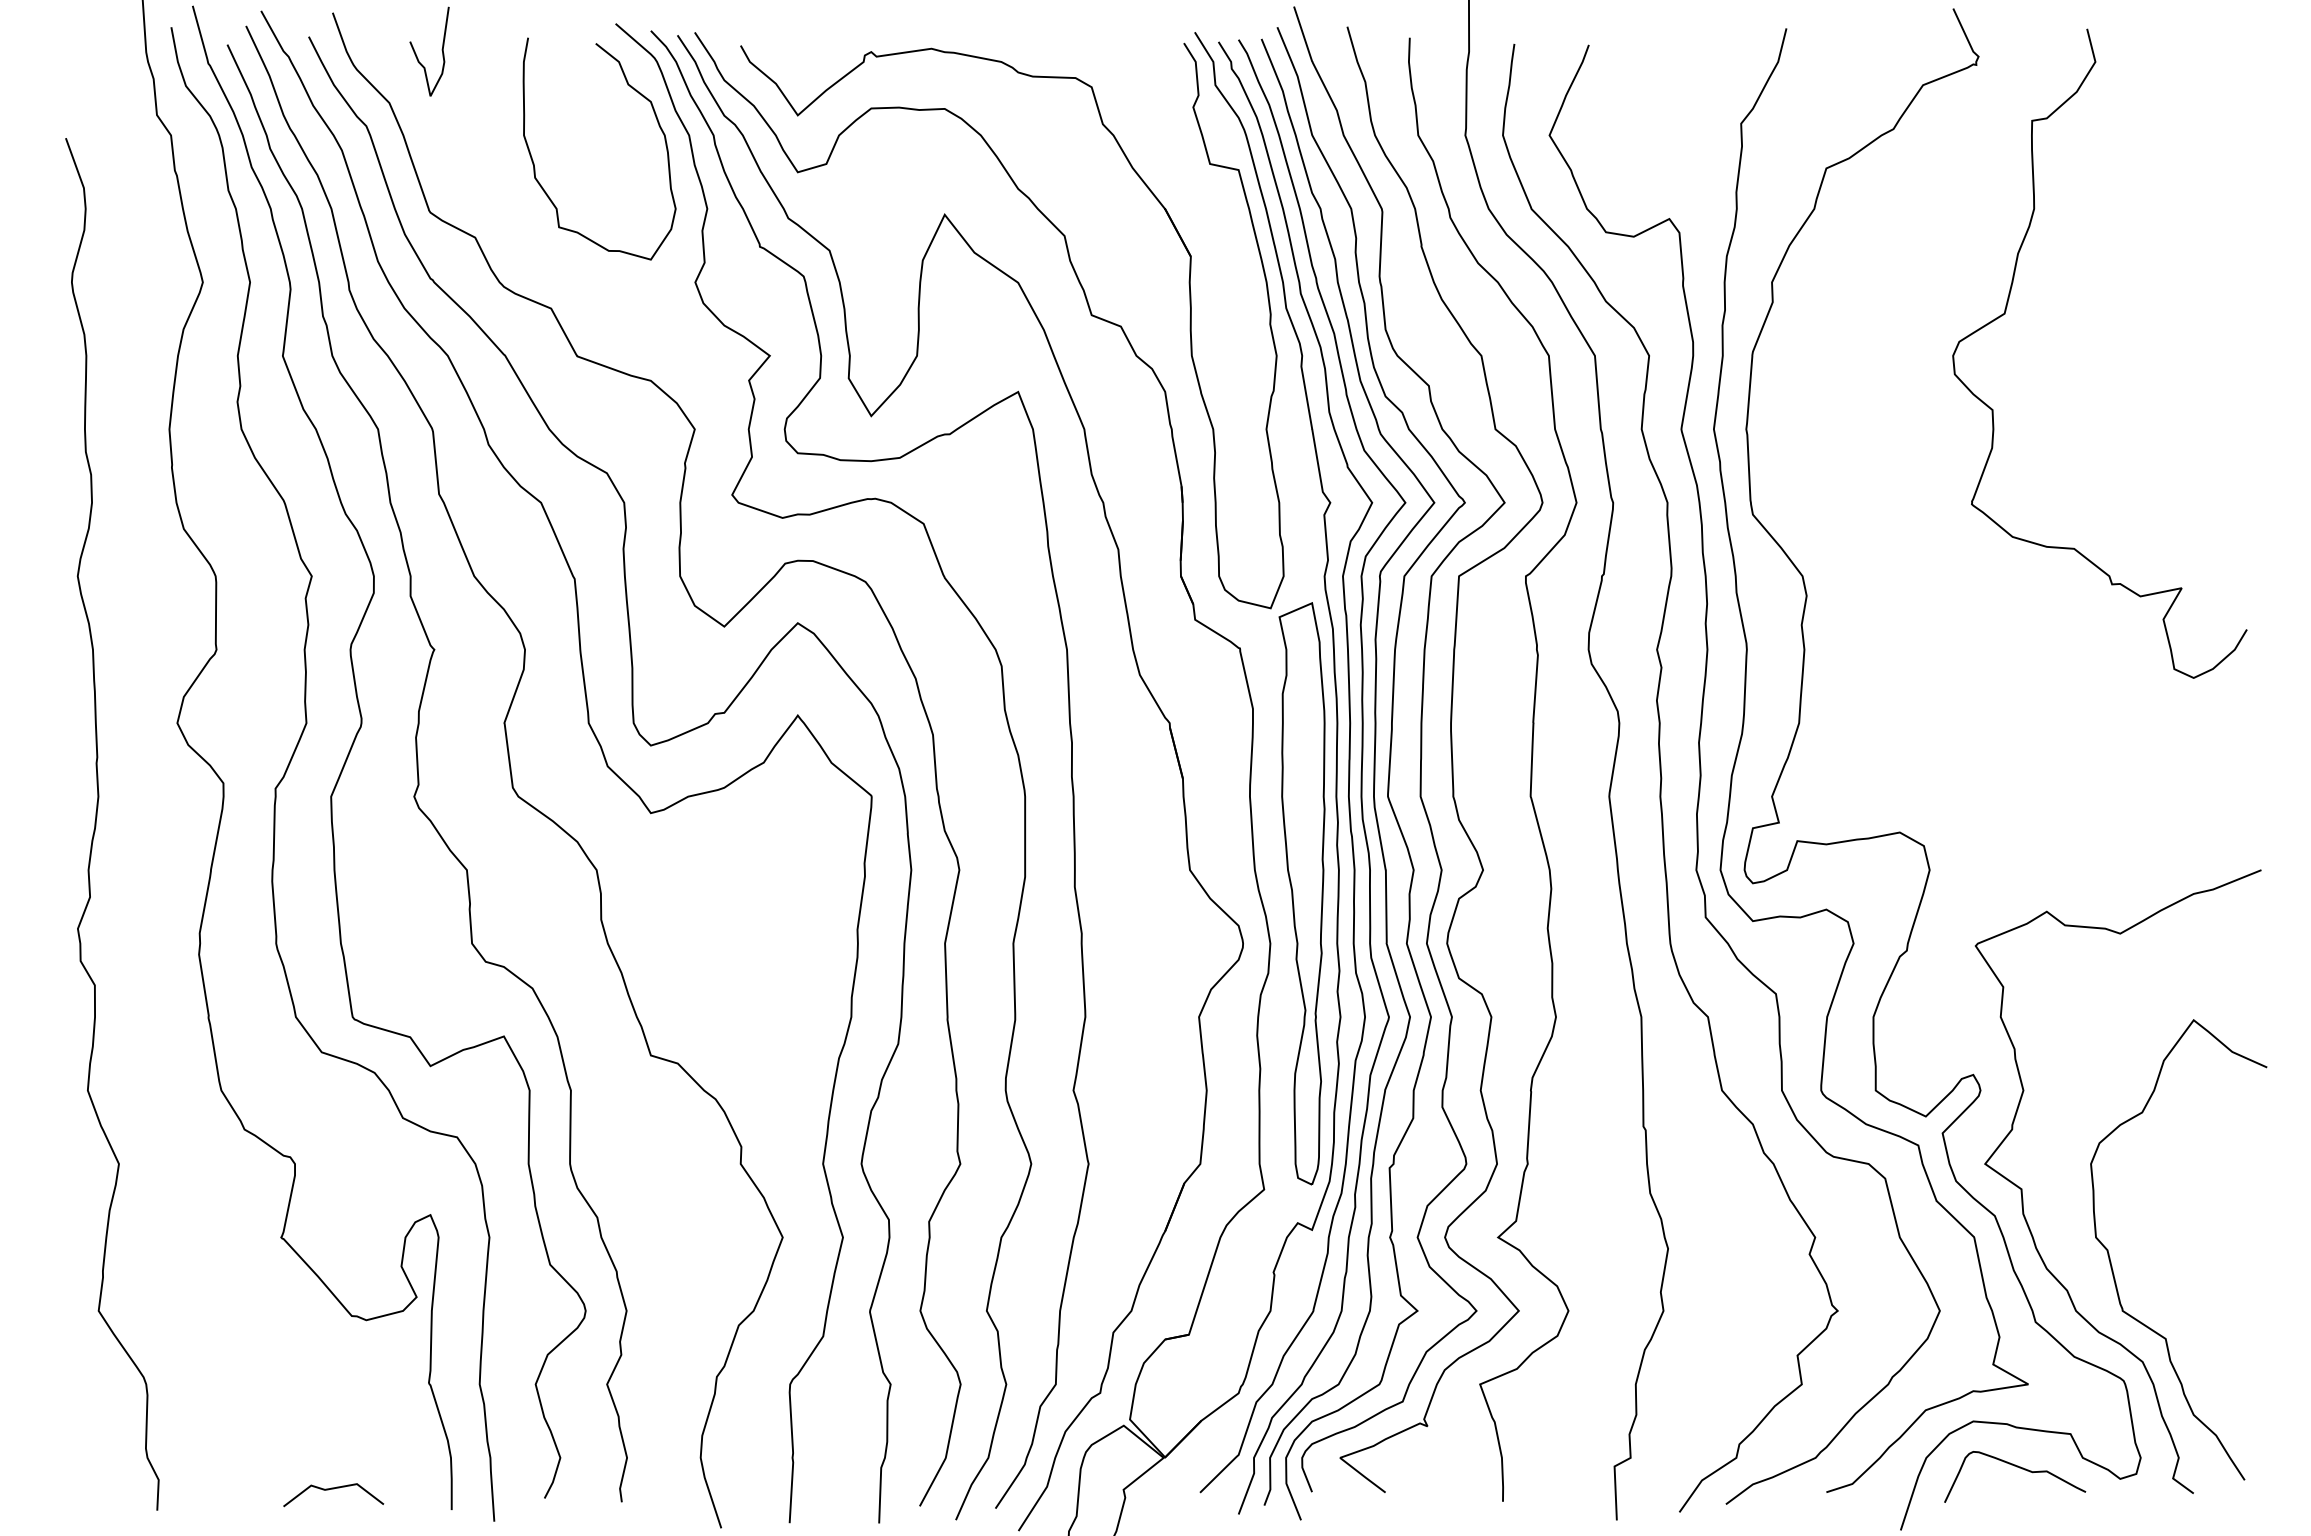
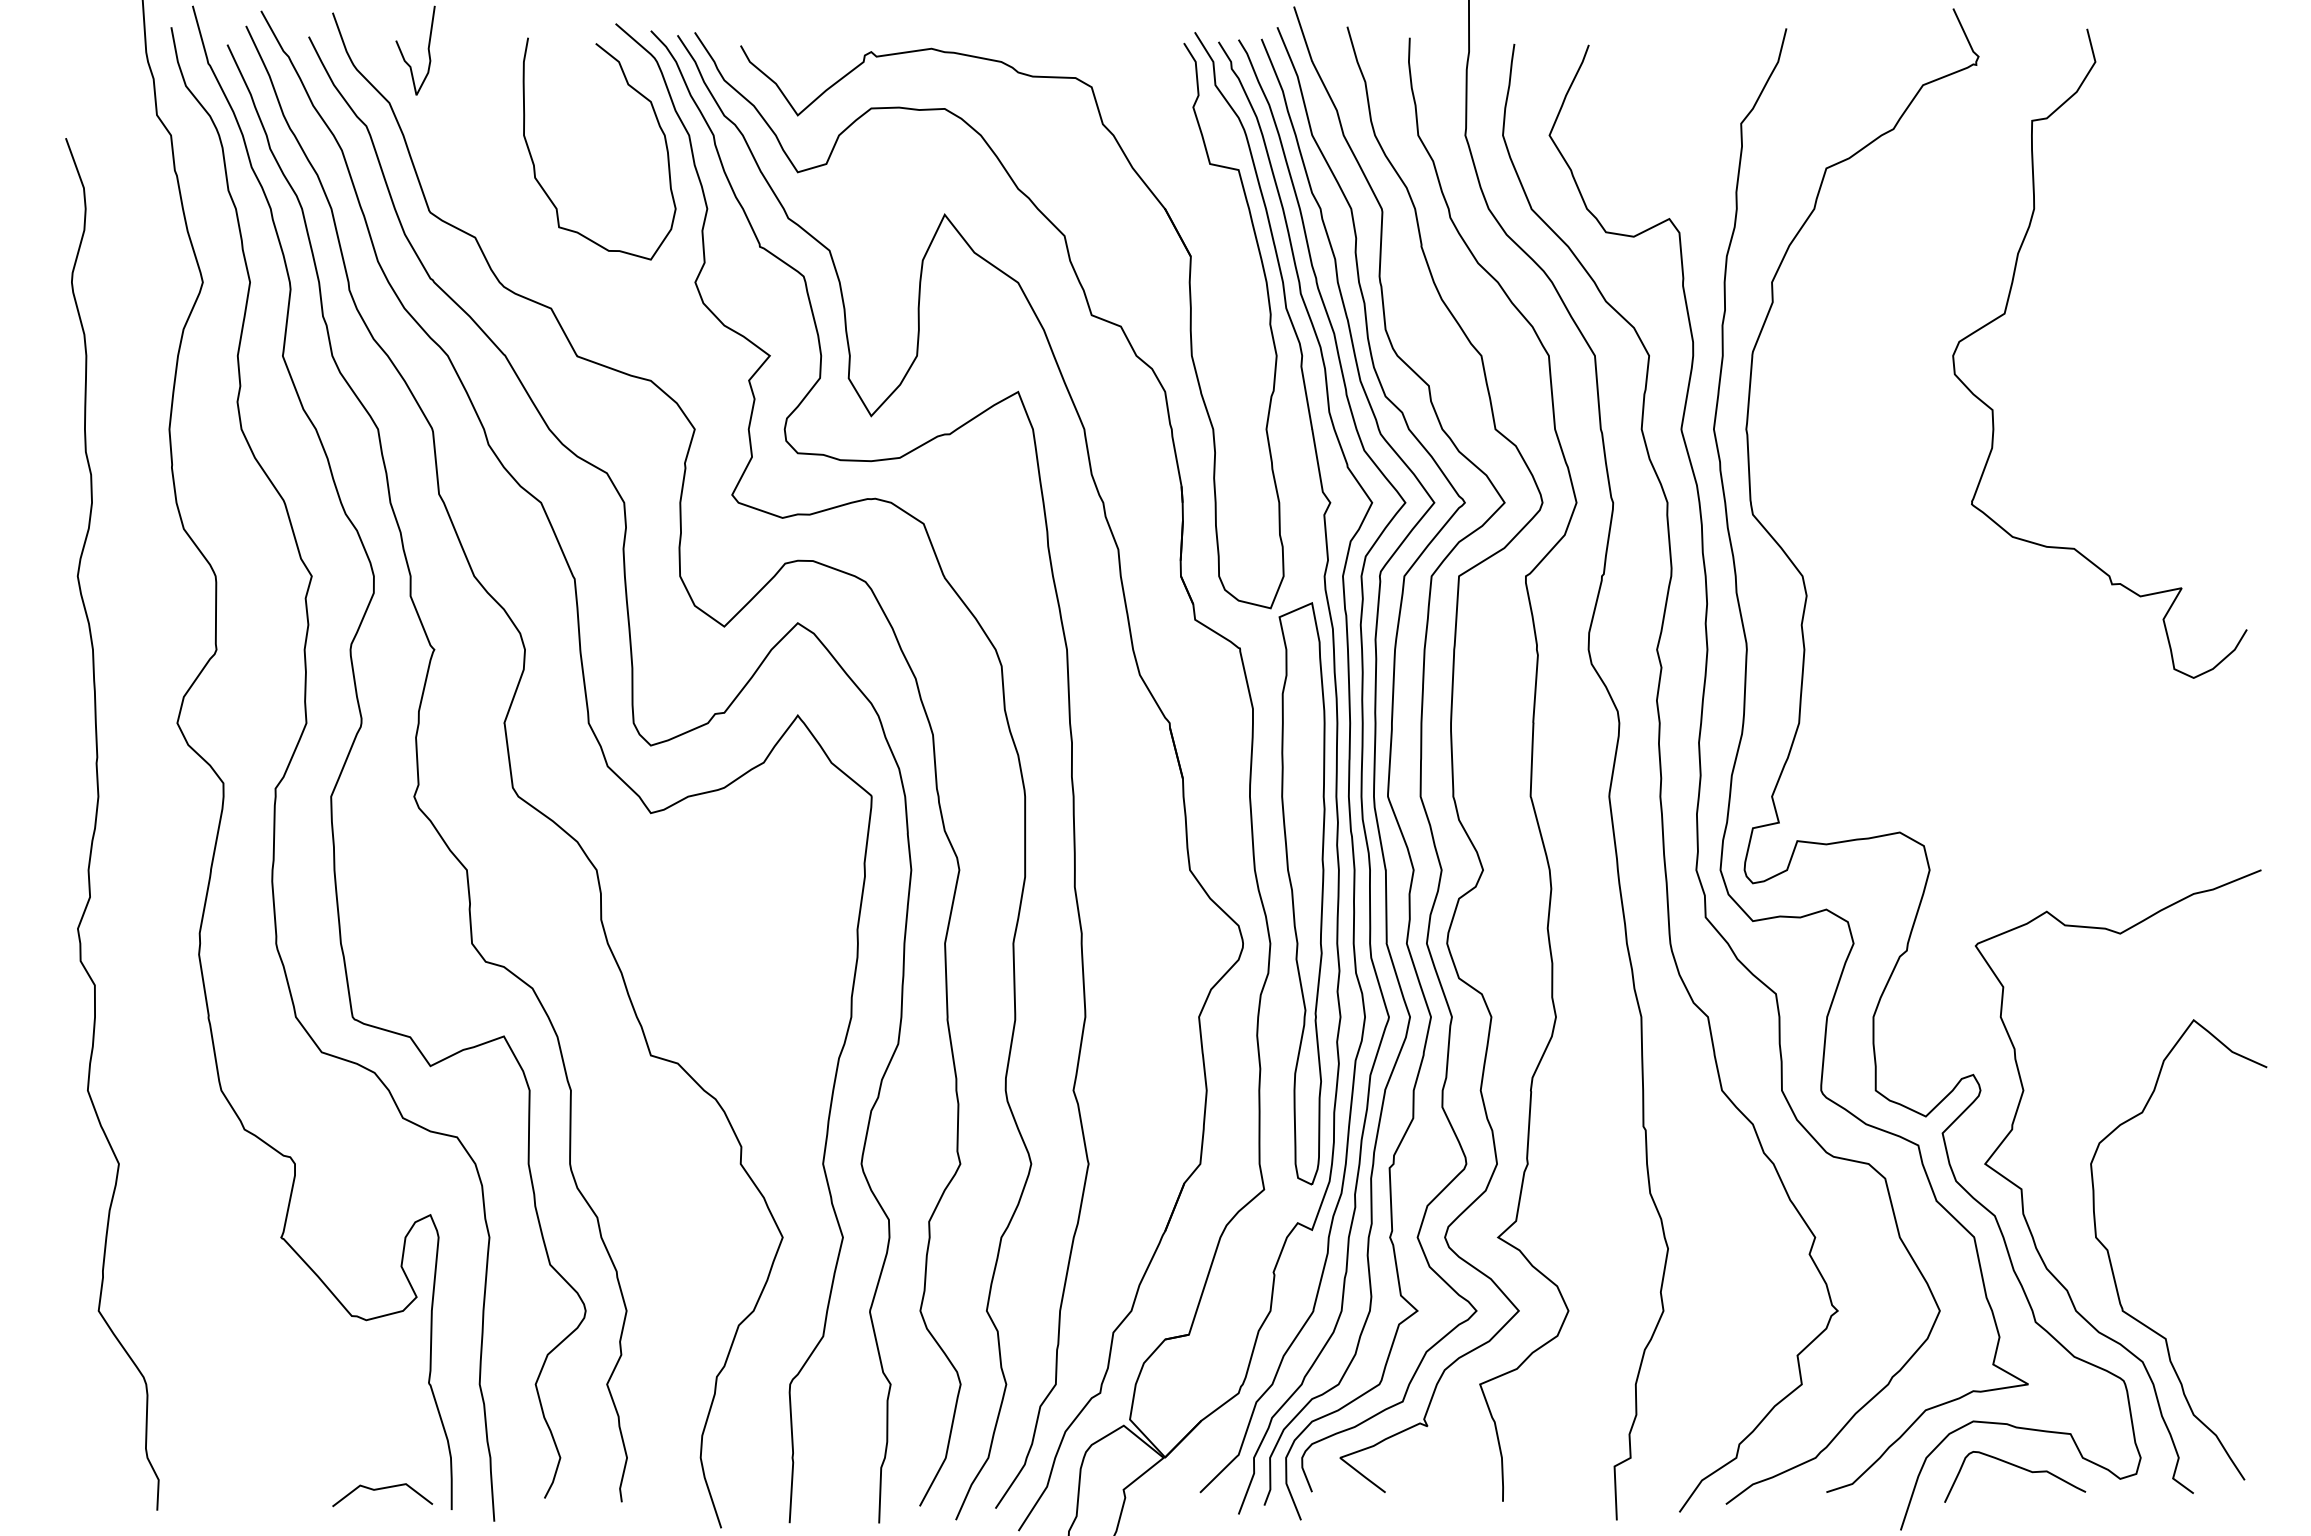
curve at (441, 50) position: (441, 50) -> (427, 49)
line at (333, 1489) position: (333, 1489) -> (382, 1489)
